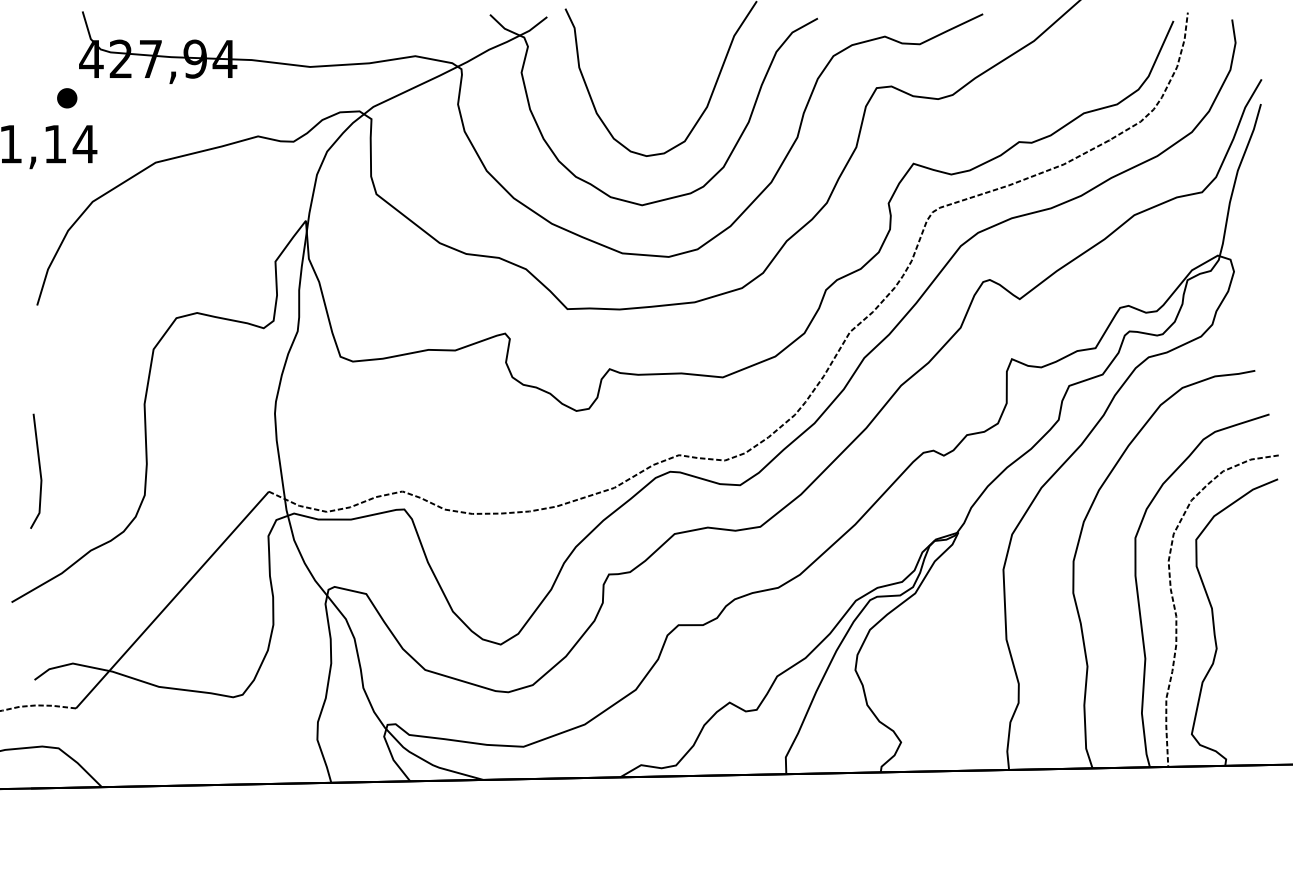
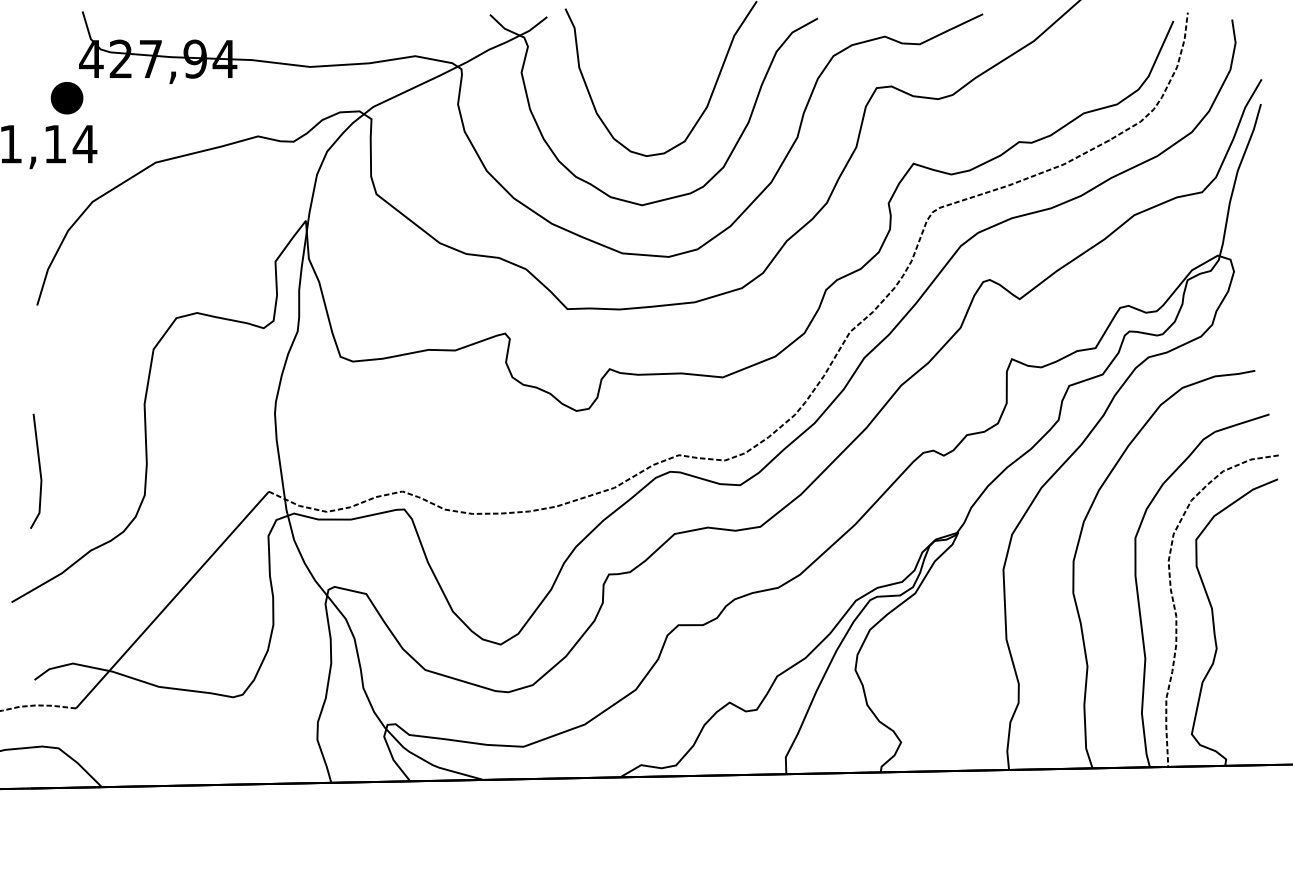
part at (67, 98) size: 21x21 px -> 34x33 px
